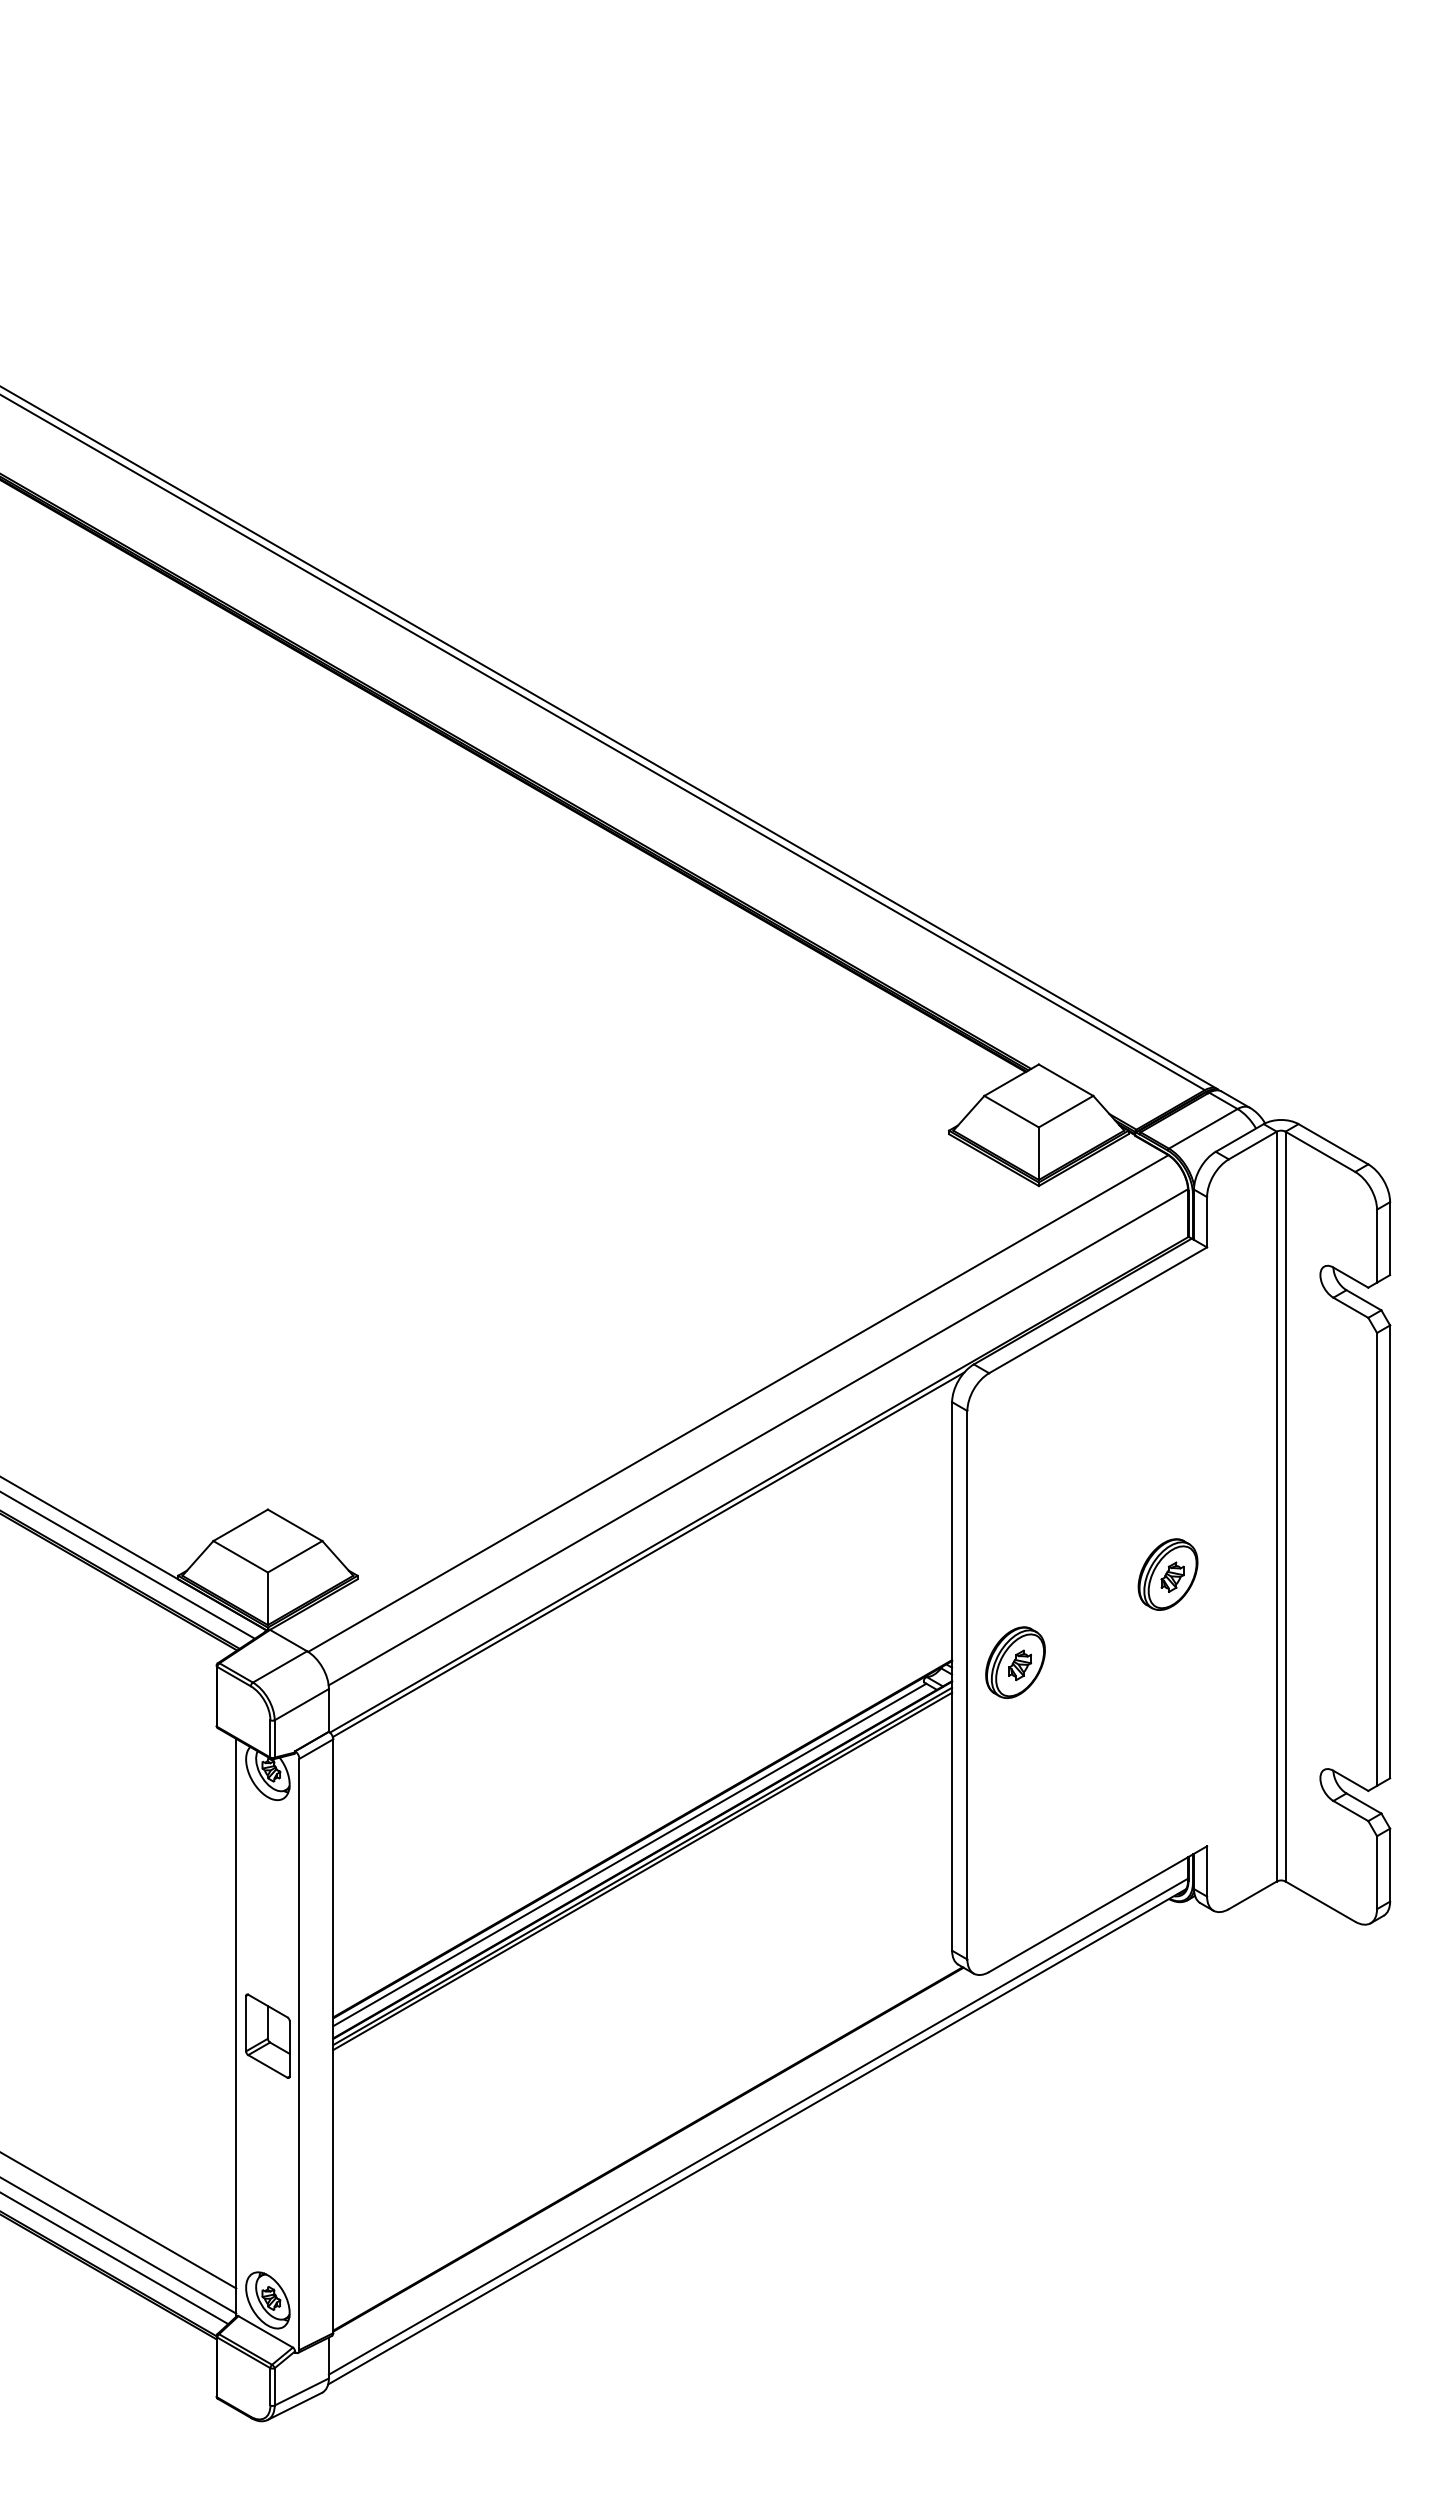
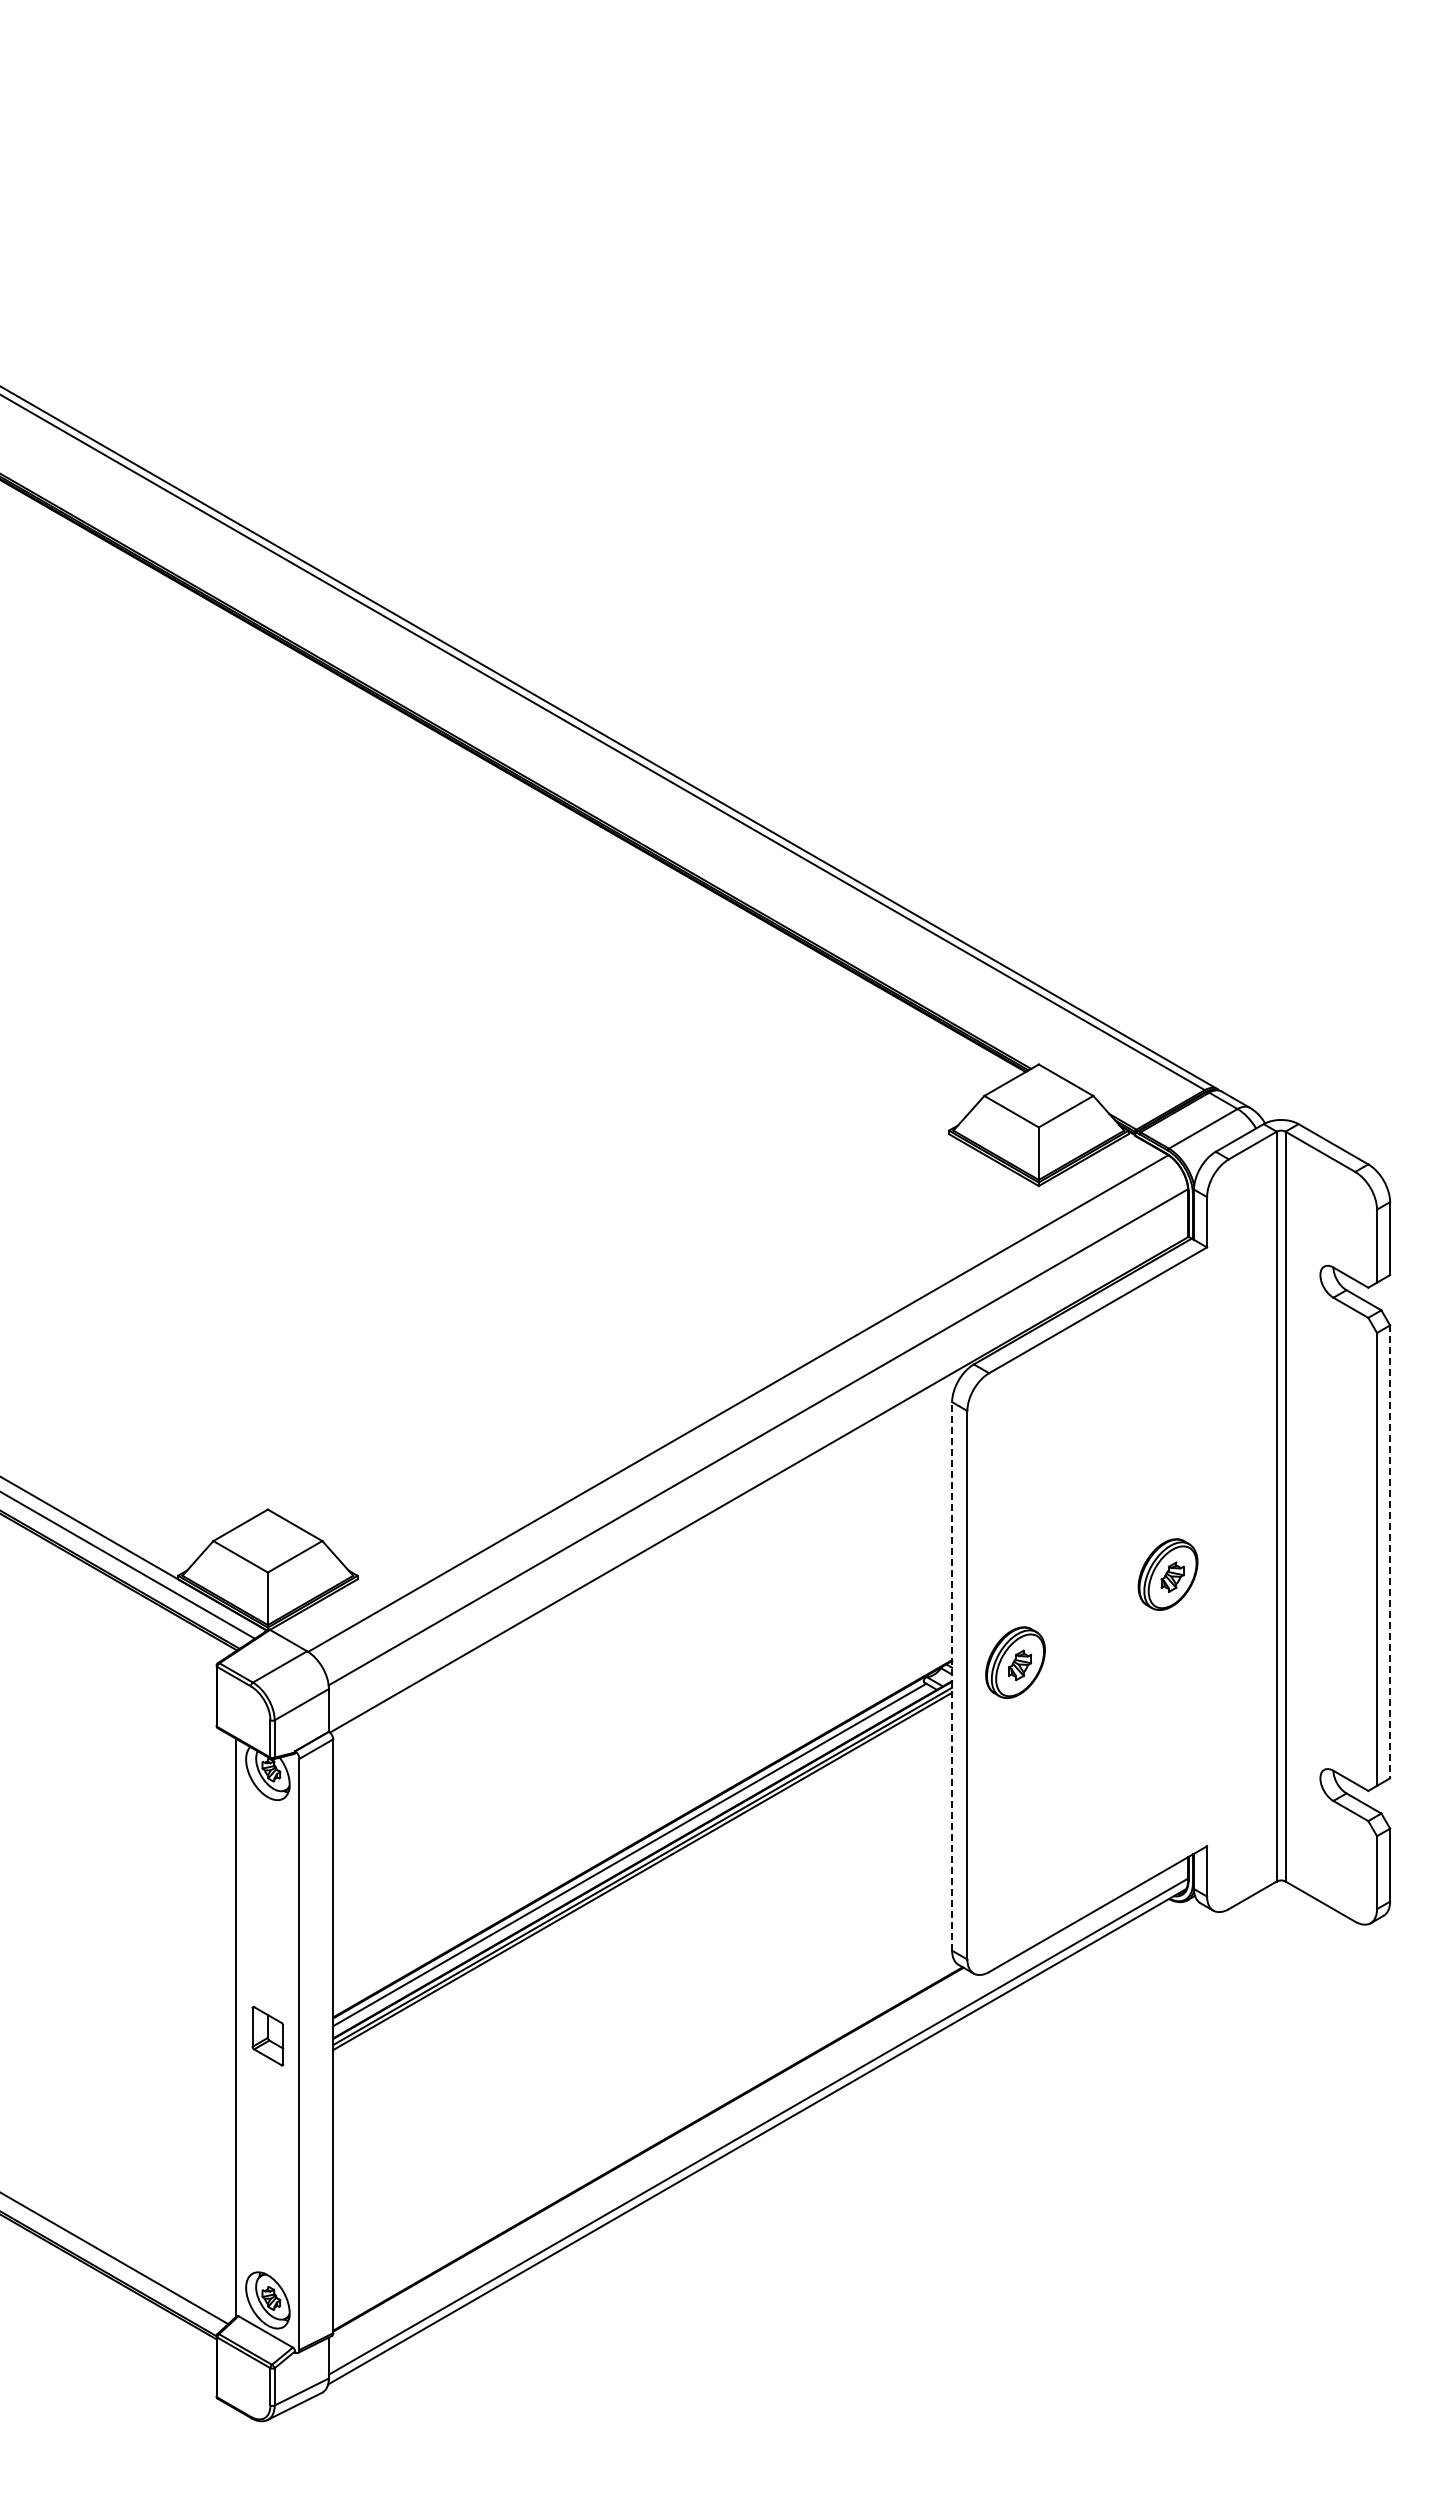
line at (1390, 1552): solid -> dashed
line at (648, 1554): present -> none
line at (952, 1675): solid -> dashed
part at (267, 2035) size: 46x86 px -> 34x61 px
line at (119, 2220): present -> none
line at (119, 2245): present -> none
